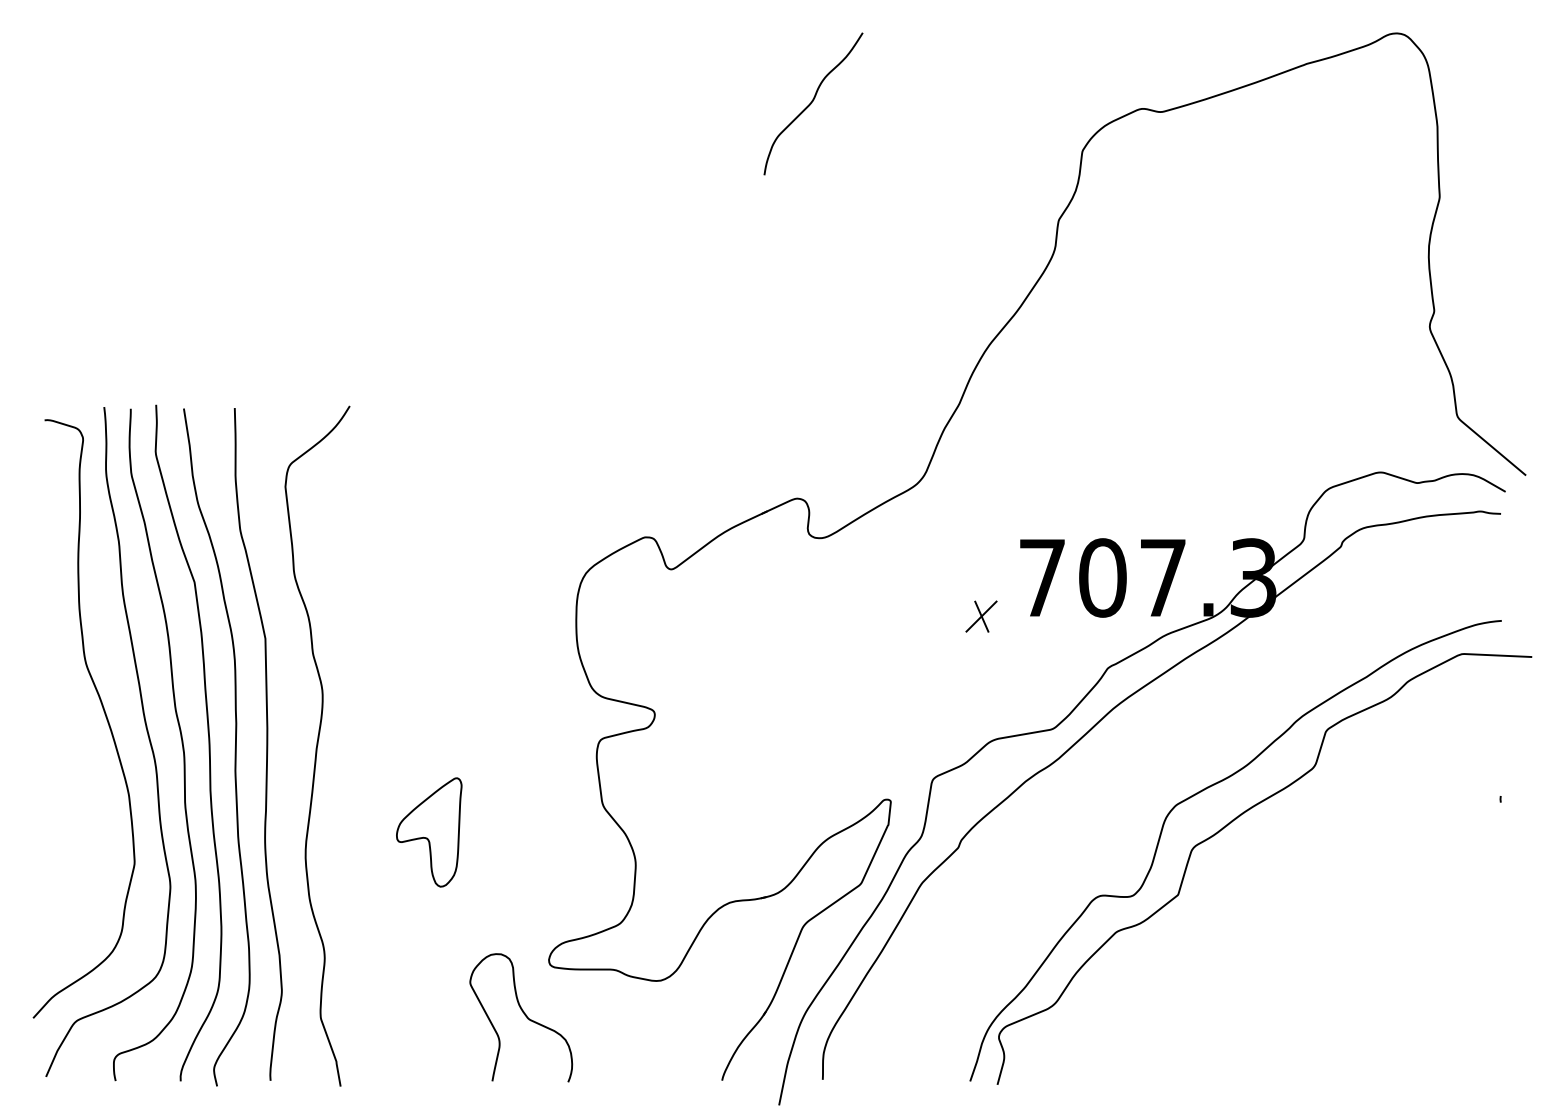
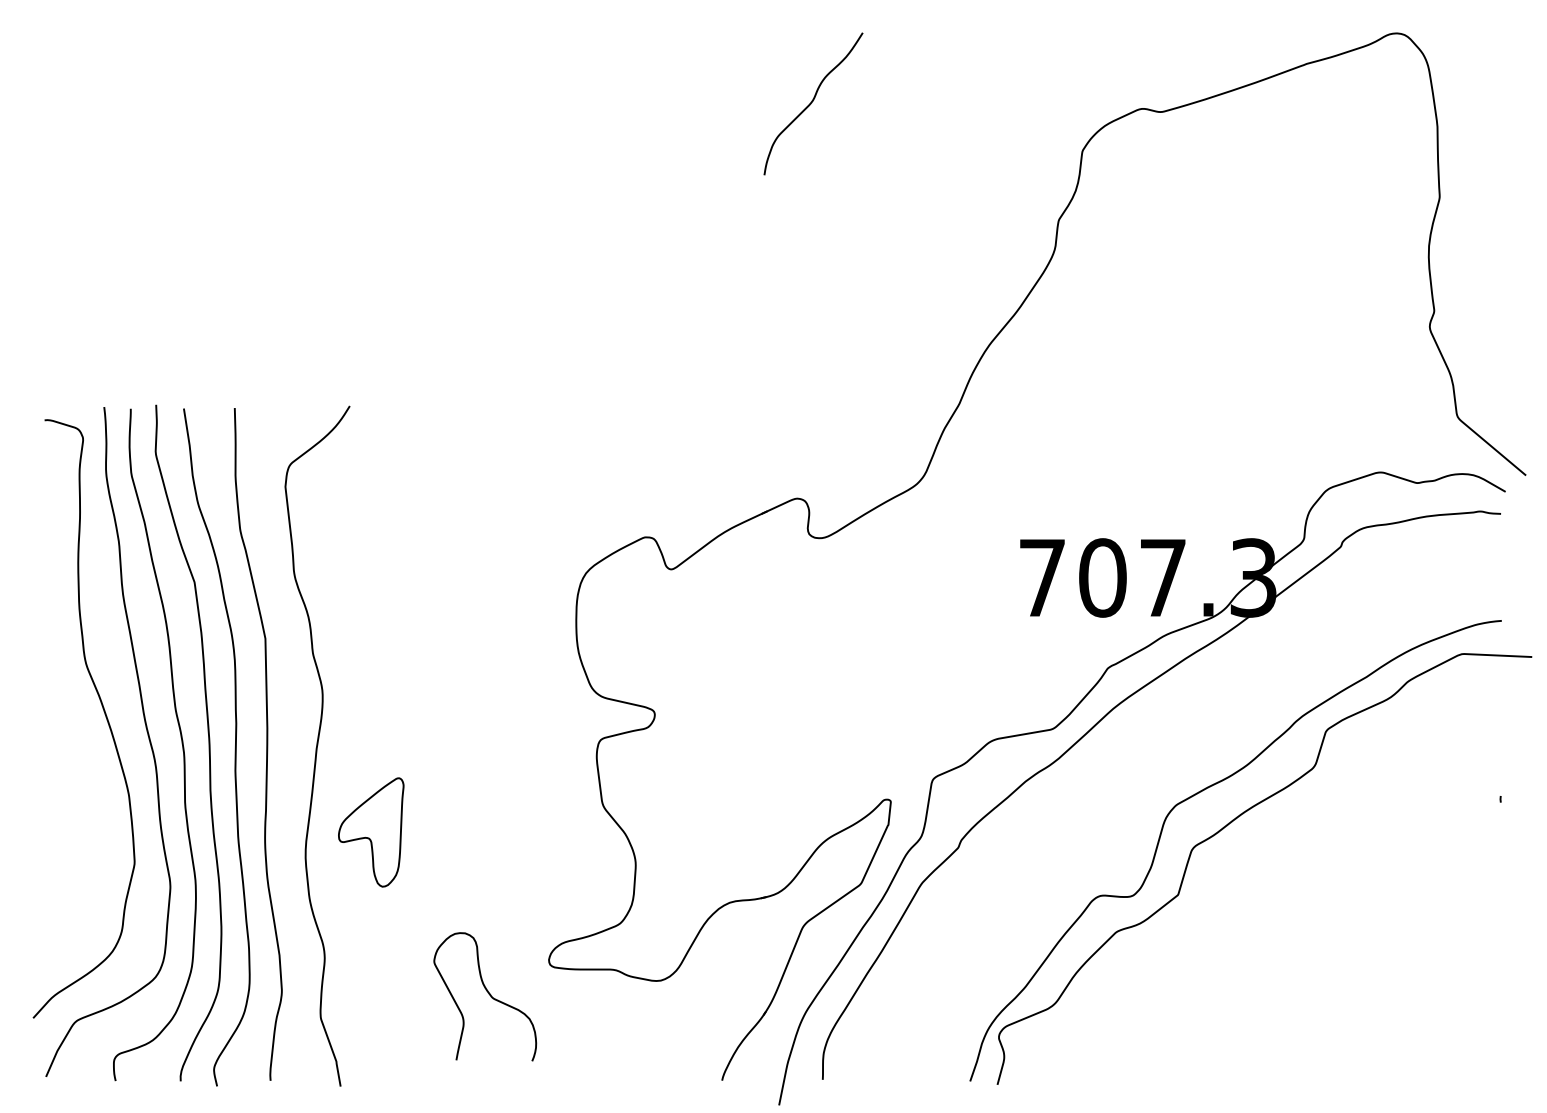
part at (981, 616): present -> none
part at (429, 832) position: (429, 832) -> (371, 832)
curve at (524, 1015) position: (524, 1015) -> (488, 994)
